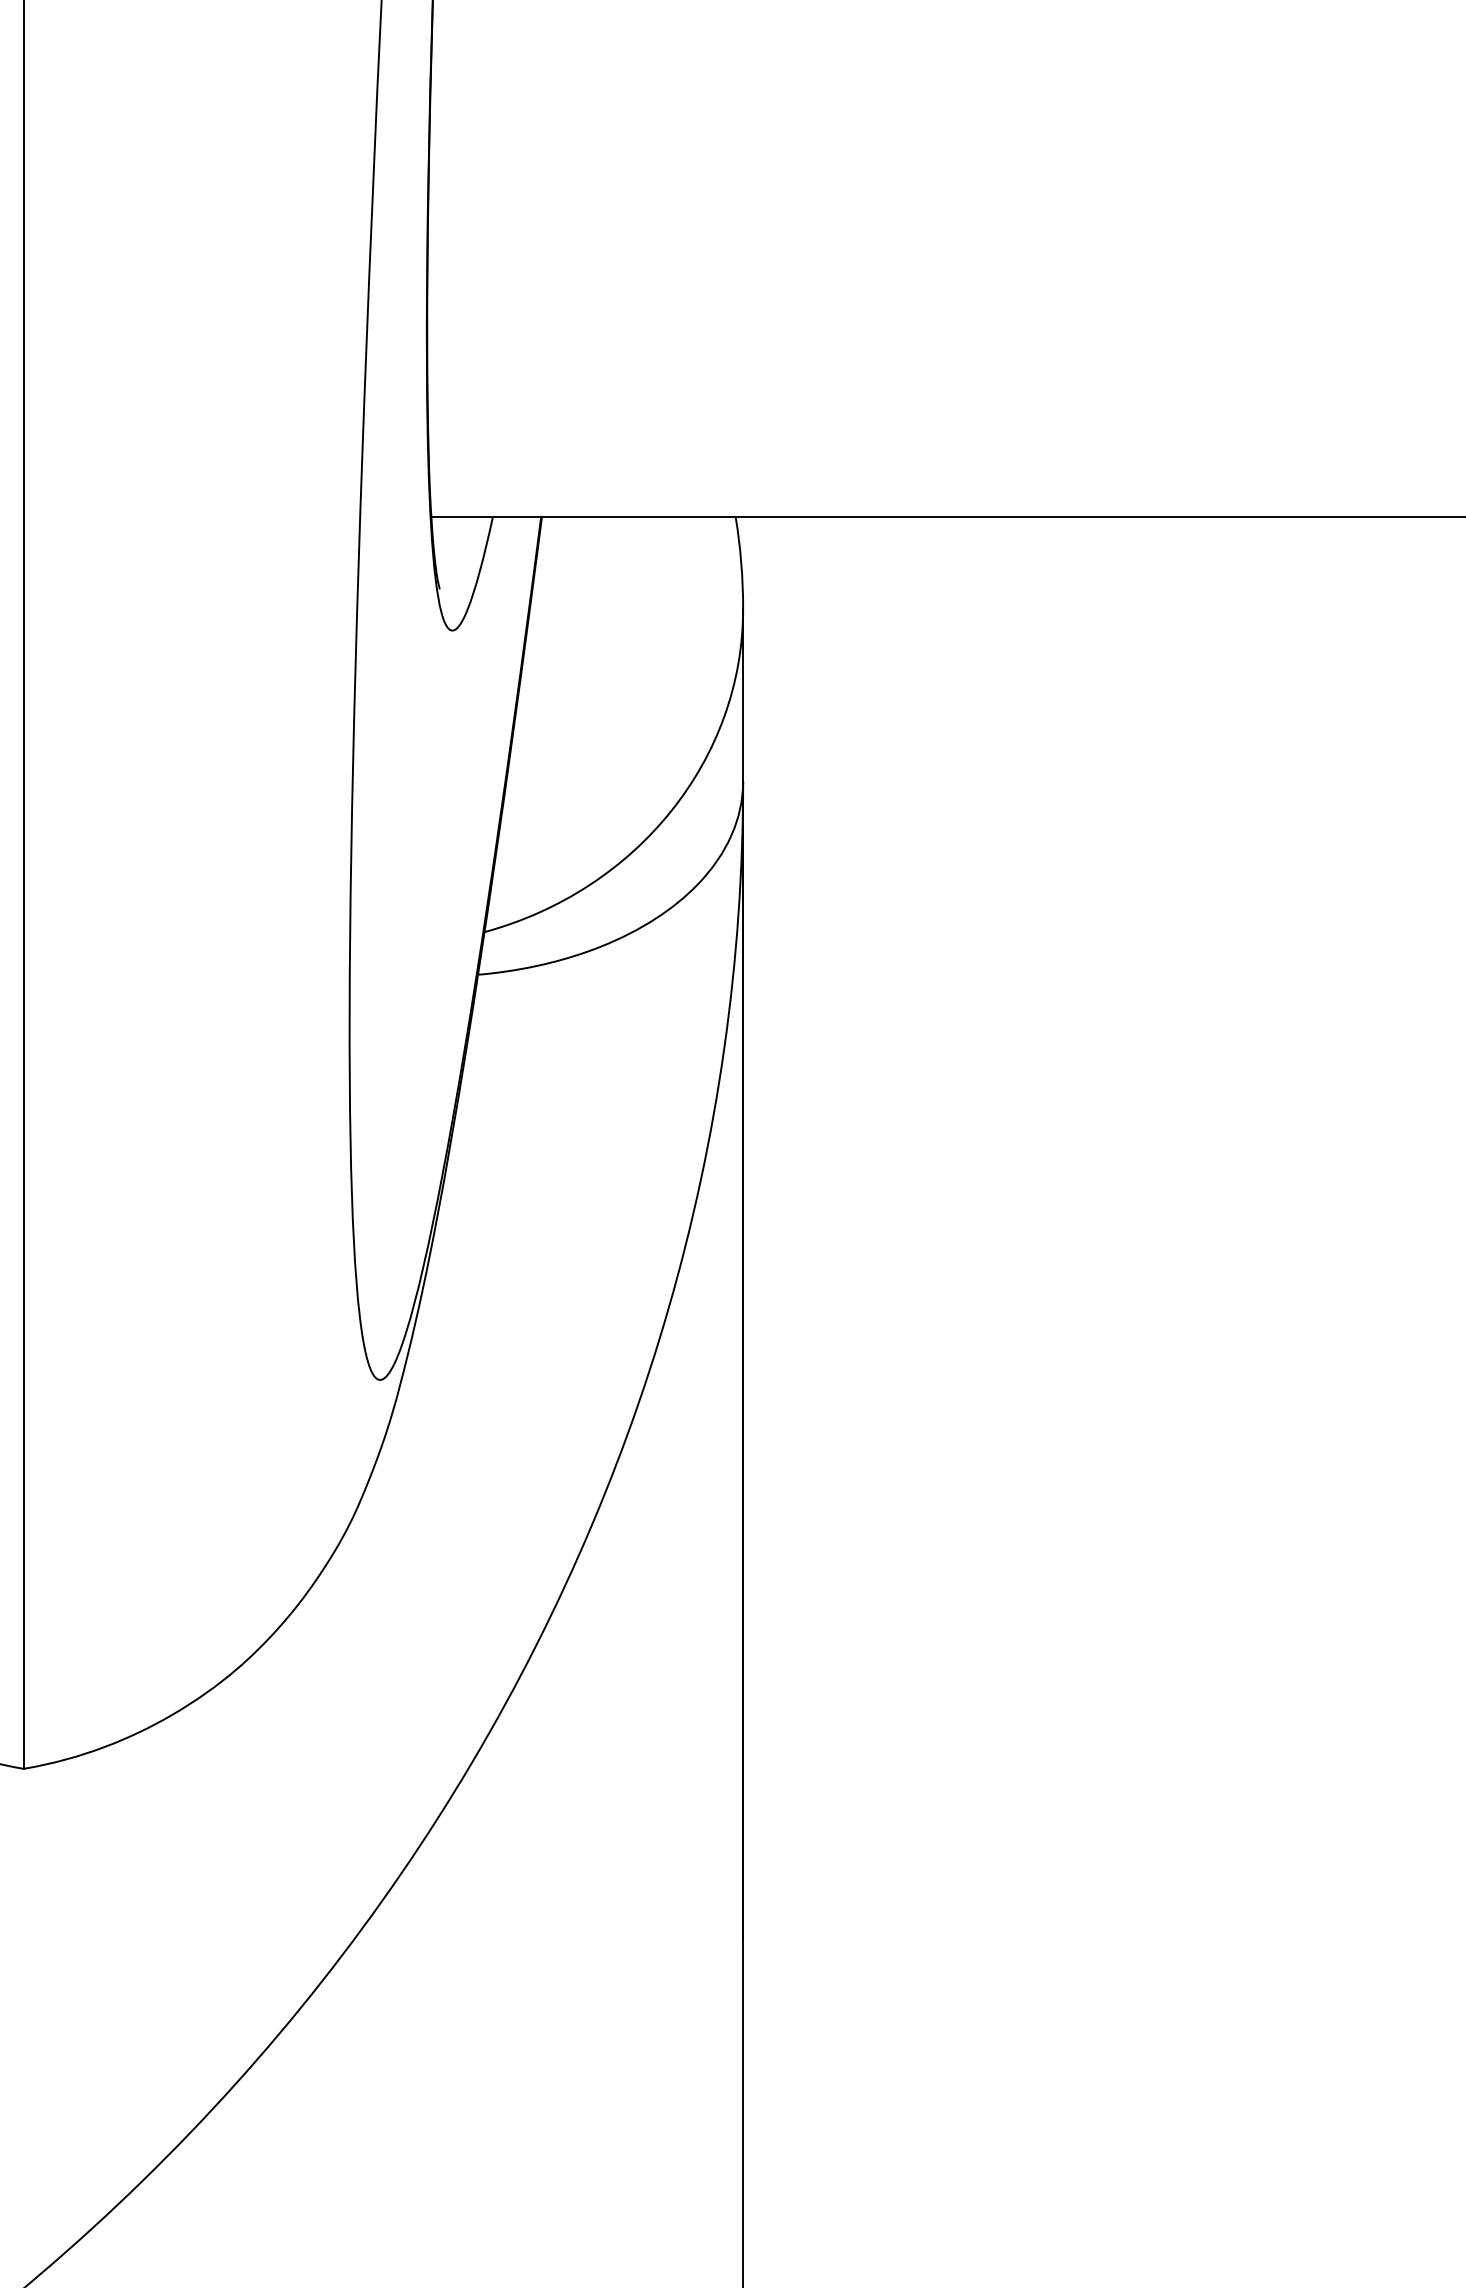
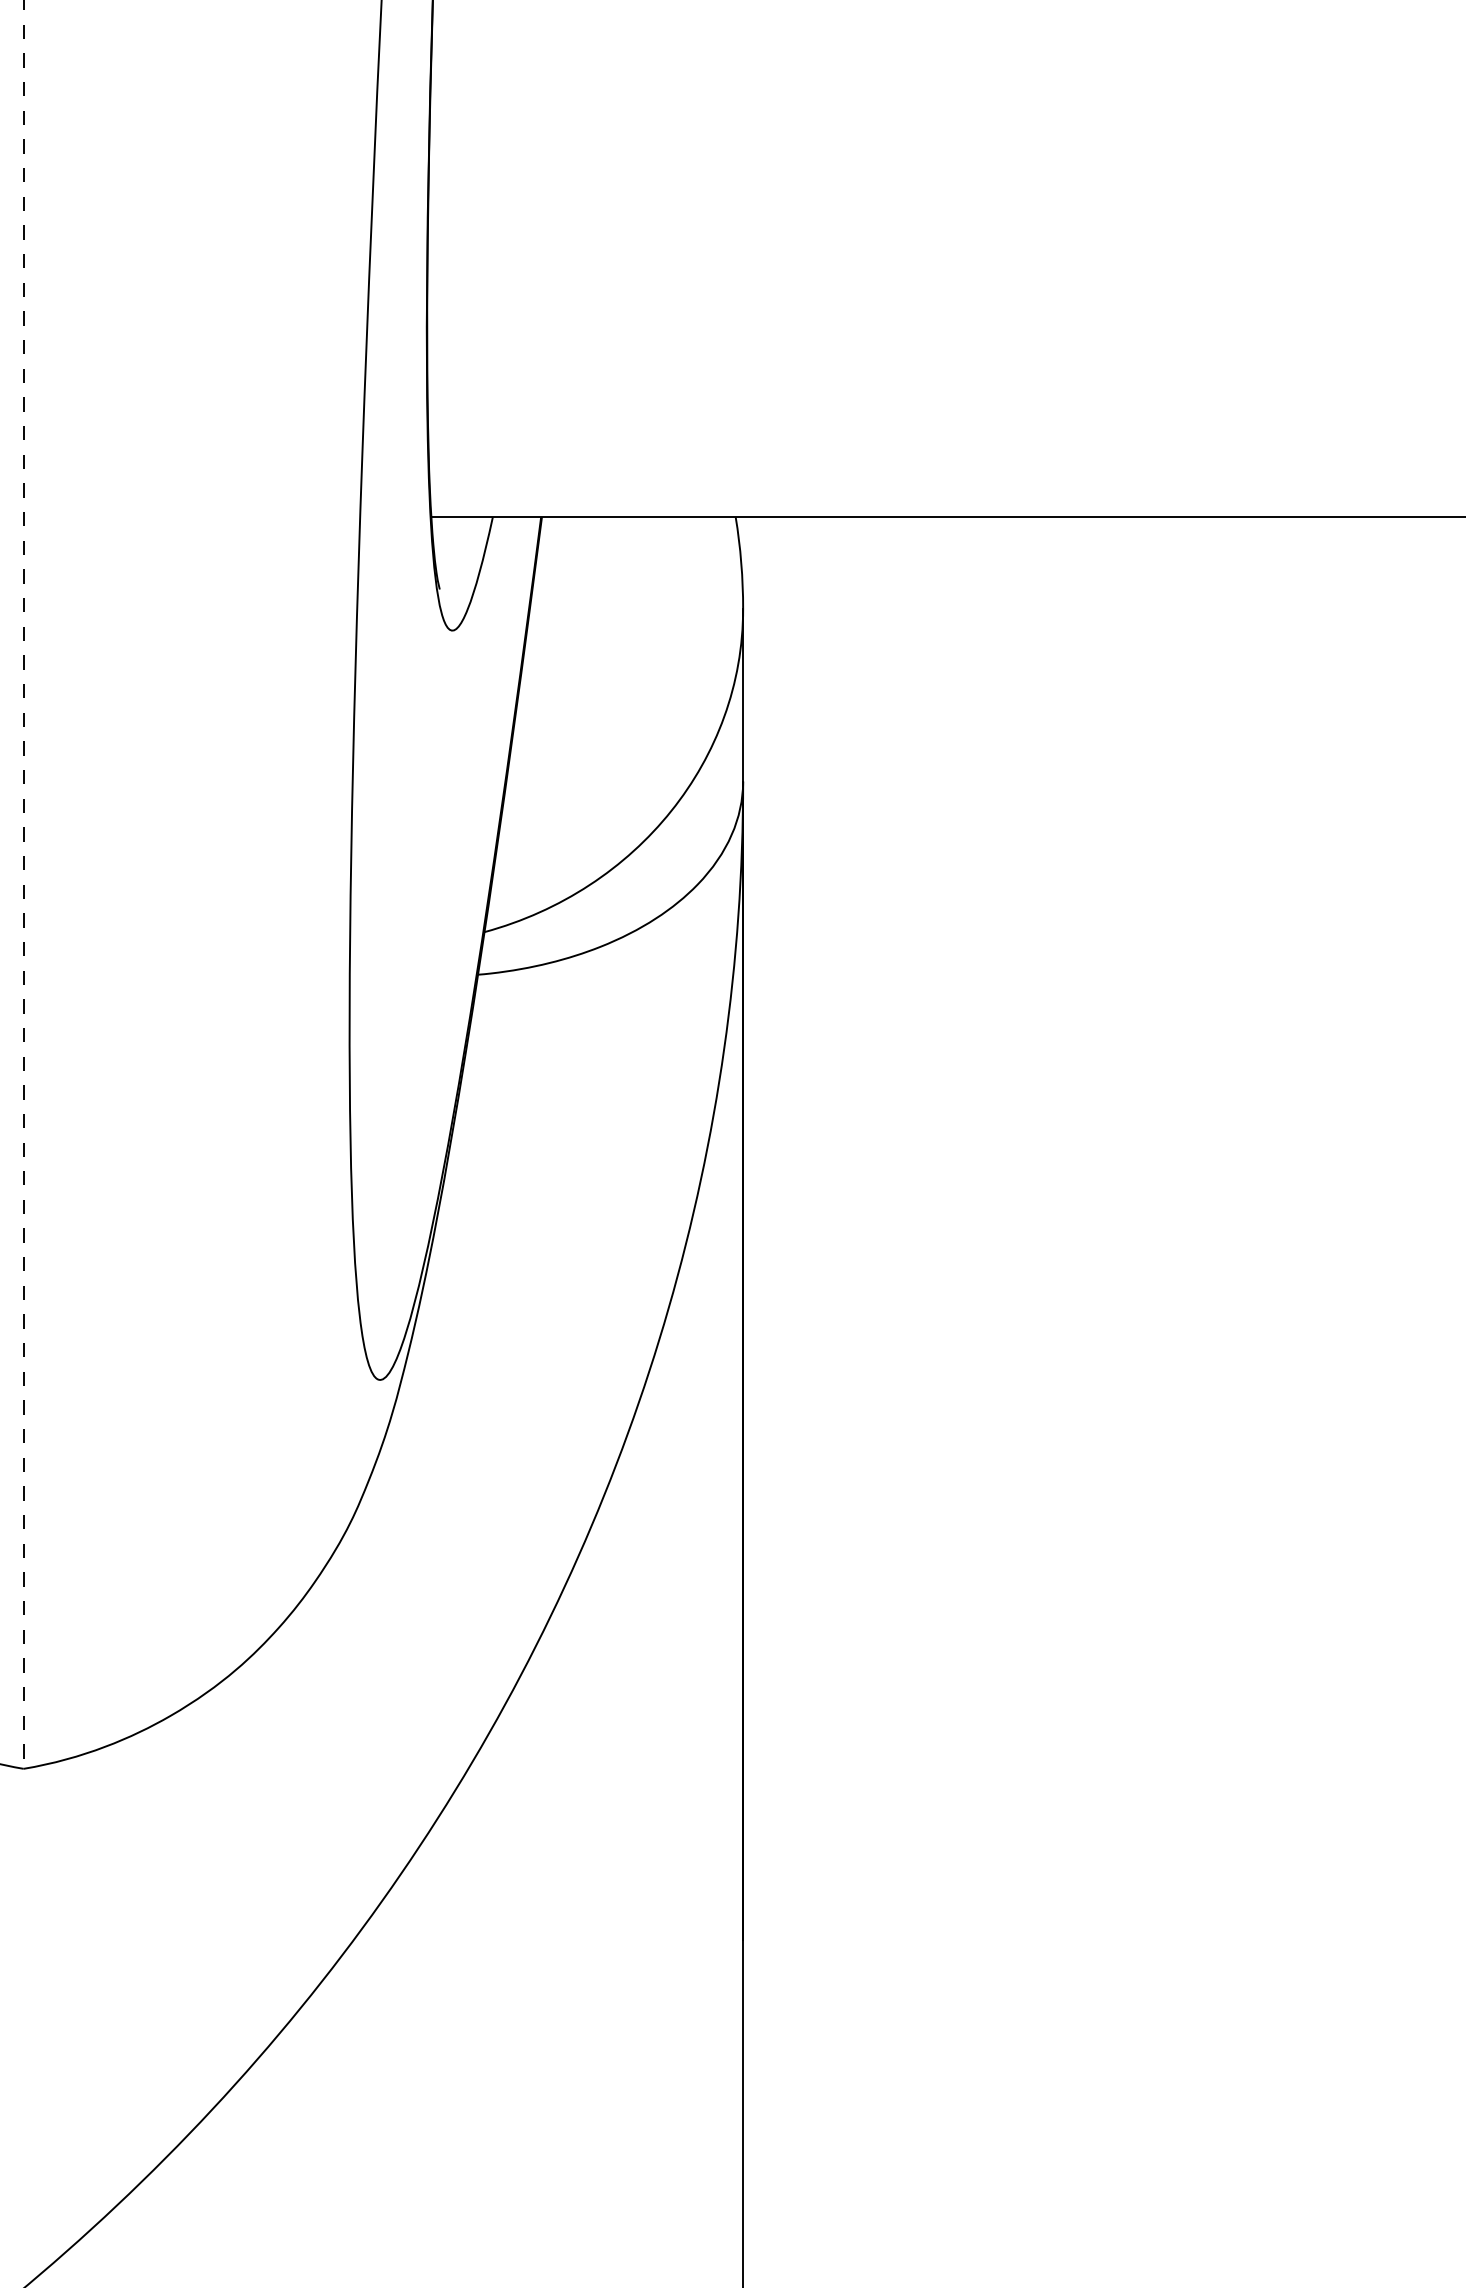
line at (23, 885): solid -> dashed
